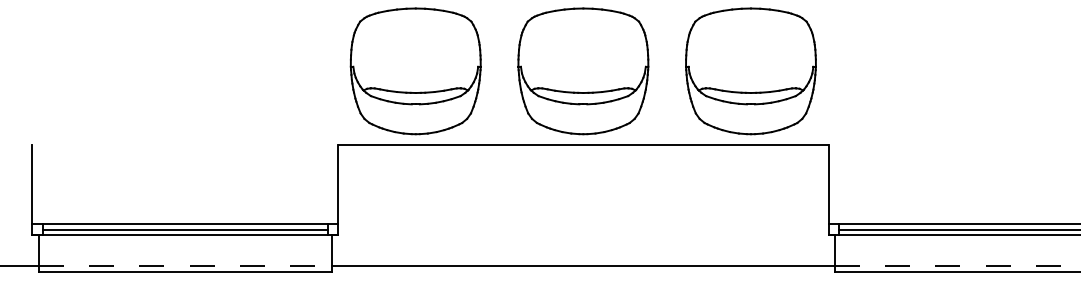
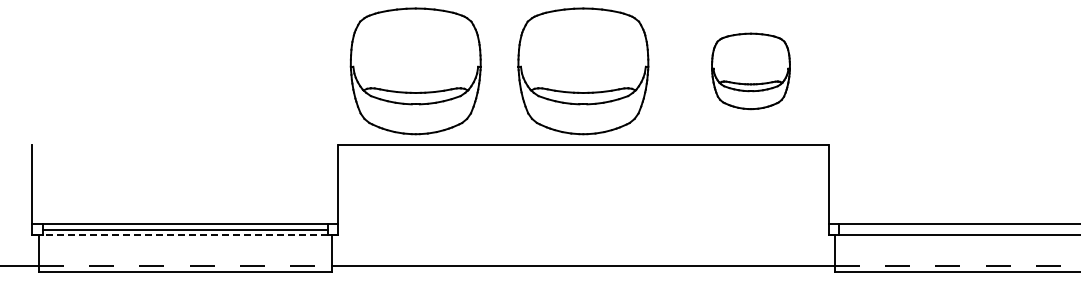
part at (750, 71) size: 132x129 px -> 80x79 px
line at (957, 229): present -> none
line at (184, 234): solid -> dashed
